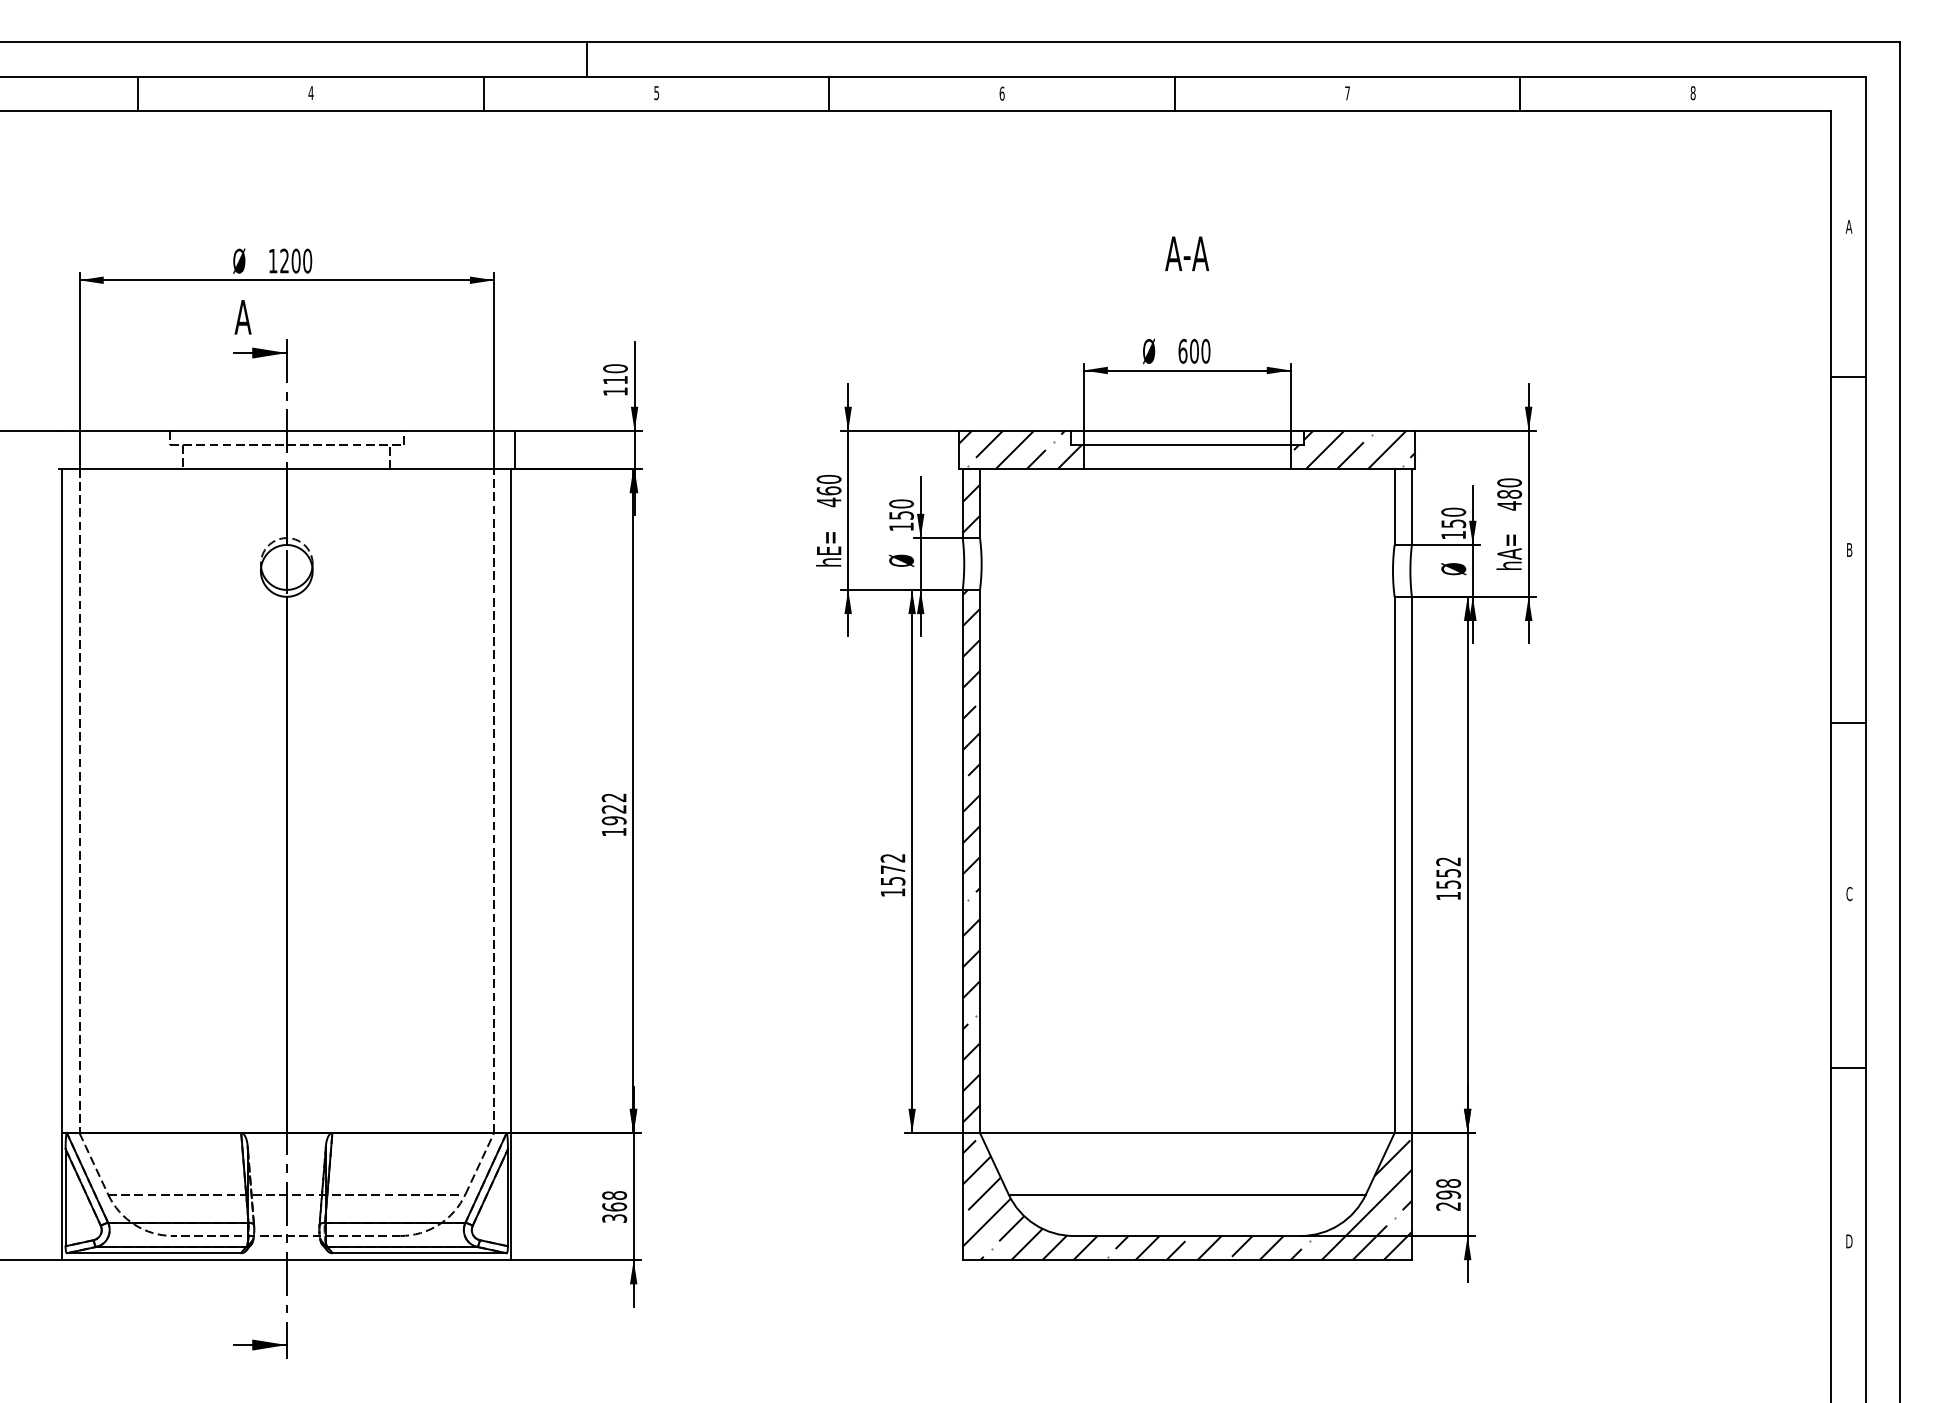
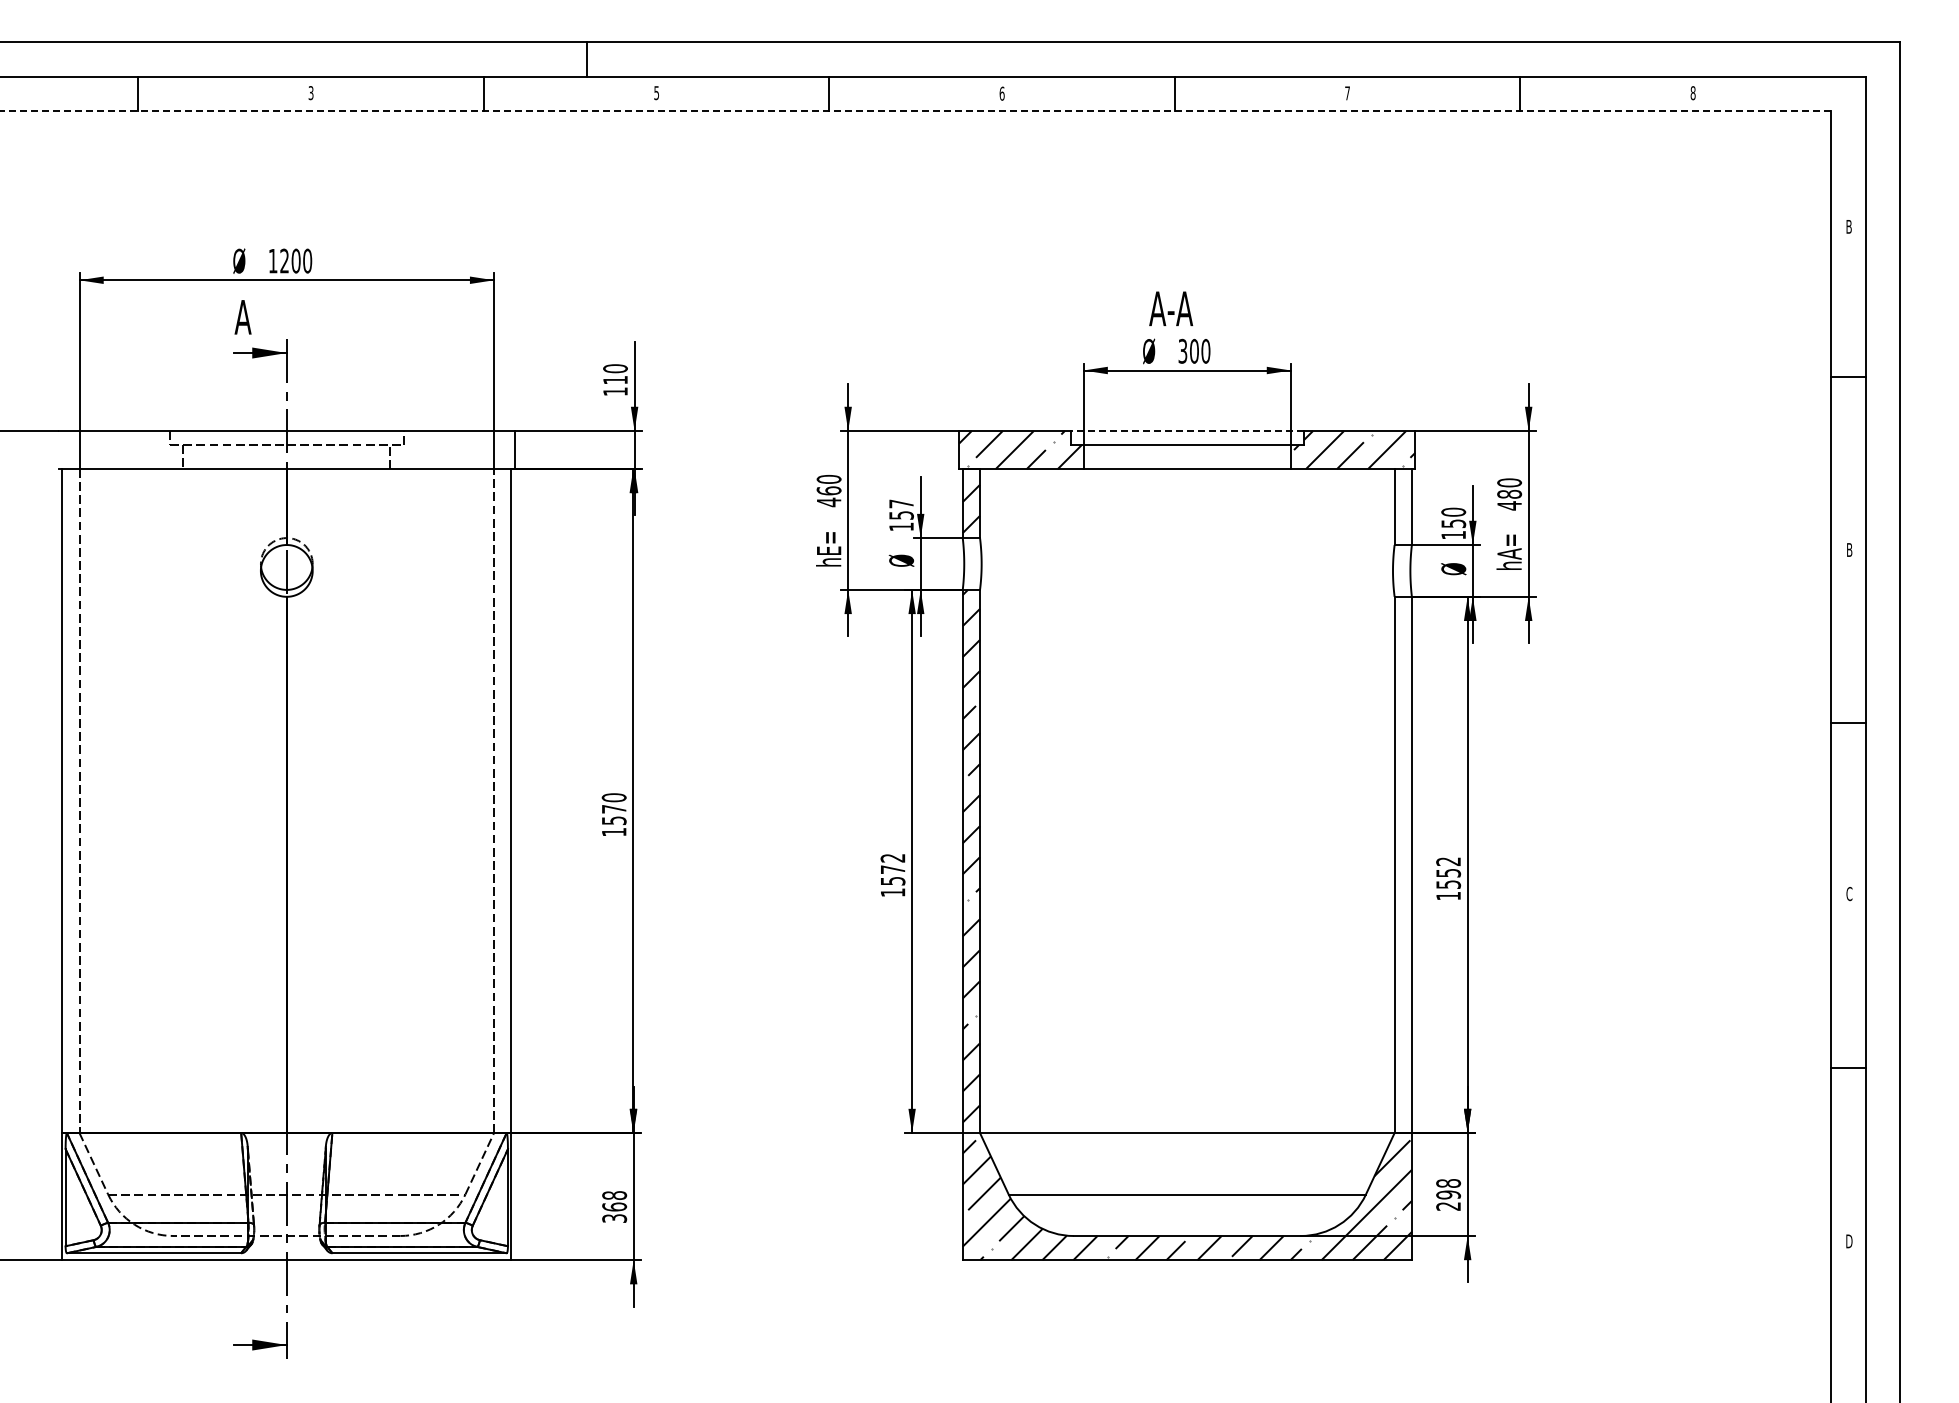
text at (310, 93): 4 -> 3
line at (915, 111): solid -> dashed
text at (1848, 226): A -> B
text at (1187, 253) position: (1187, 253) -> (1171, 308)
text at (1182, 350): 600 -> 300
line at (1187, 430): solid -> dashed
text at (901, 503): 150 -> 157
text at (613, 809): 1922 -> 1570
